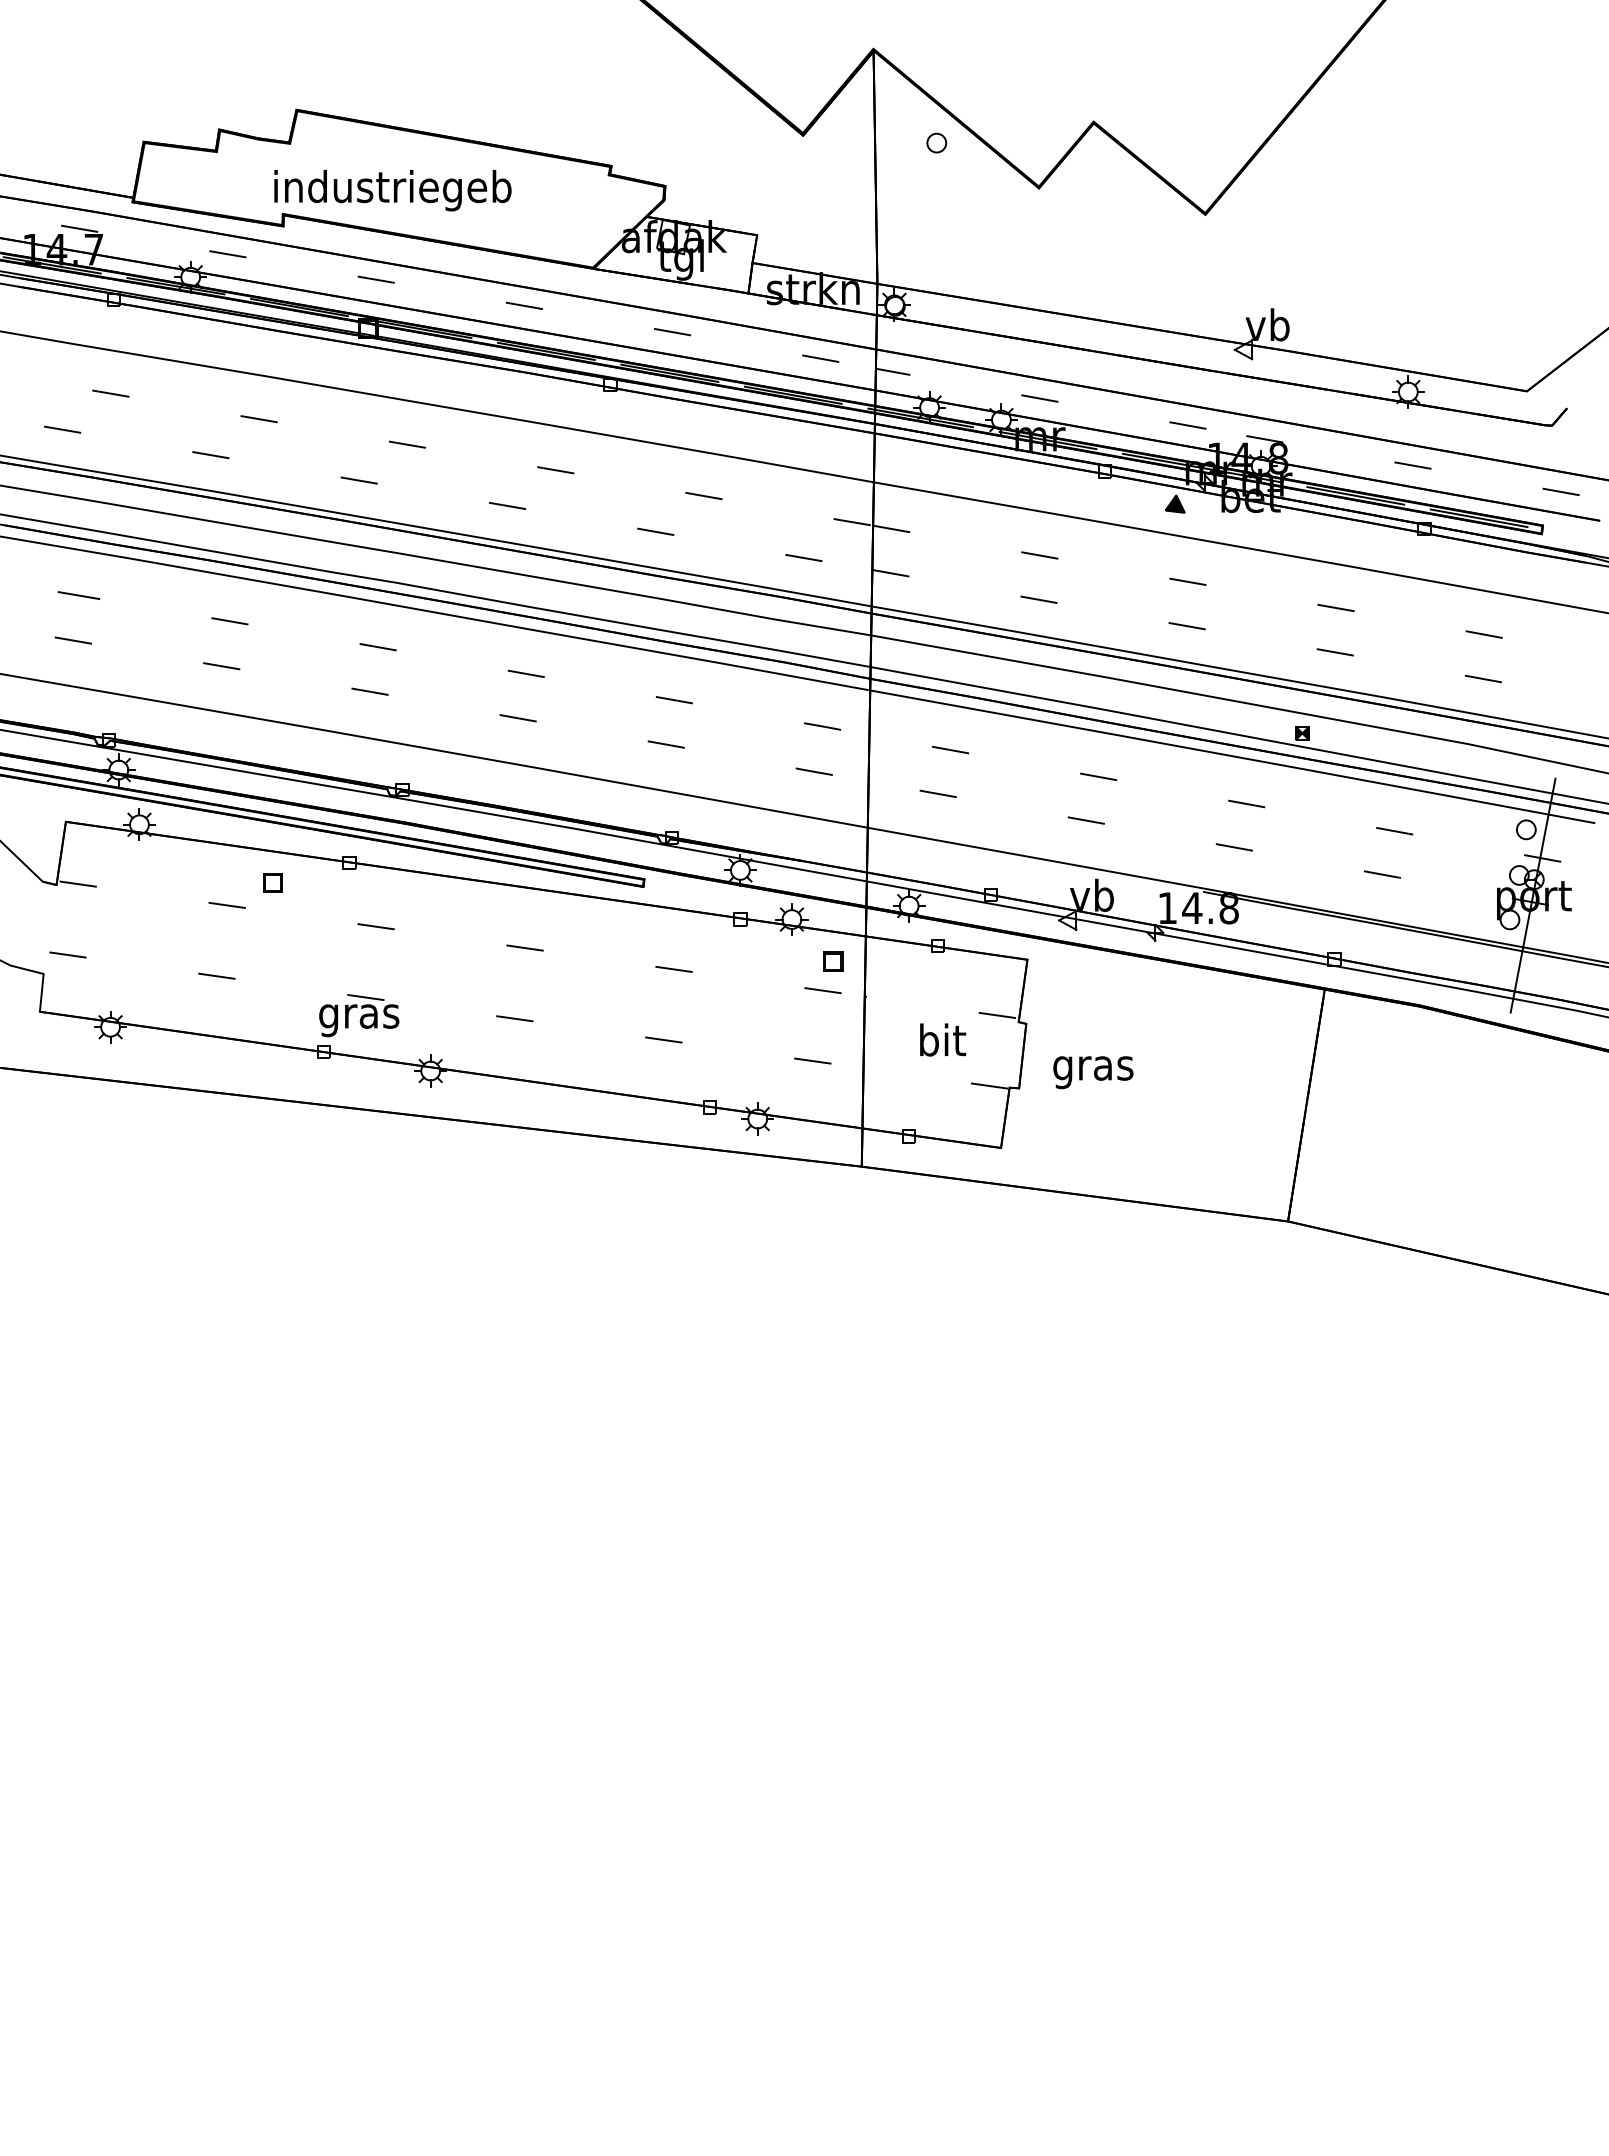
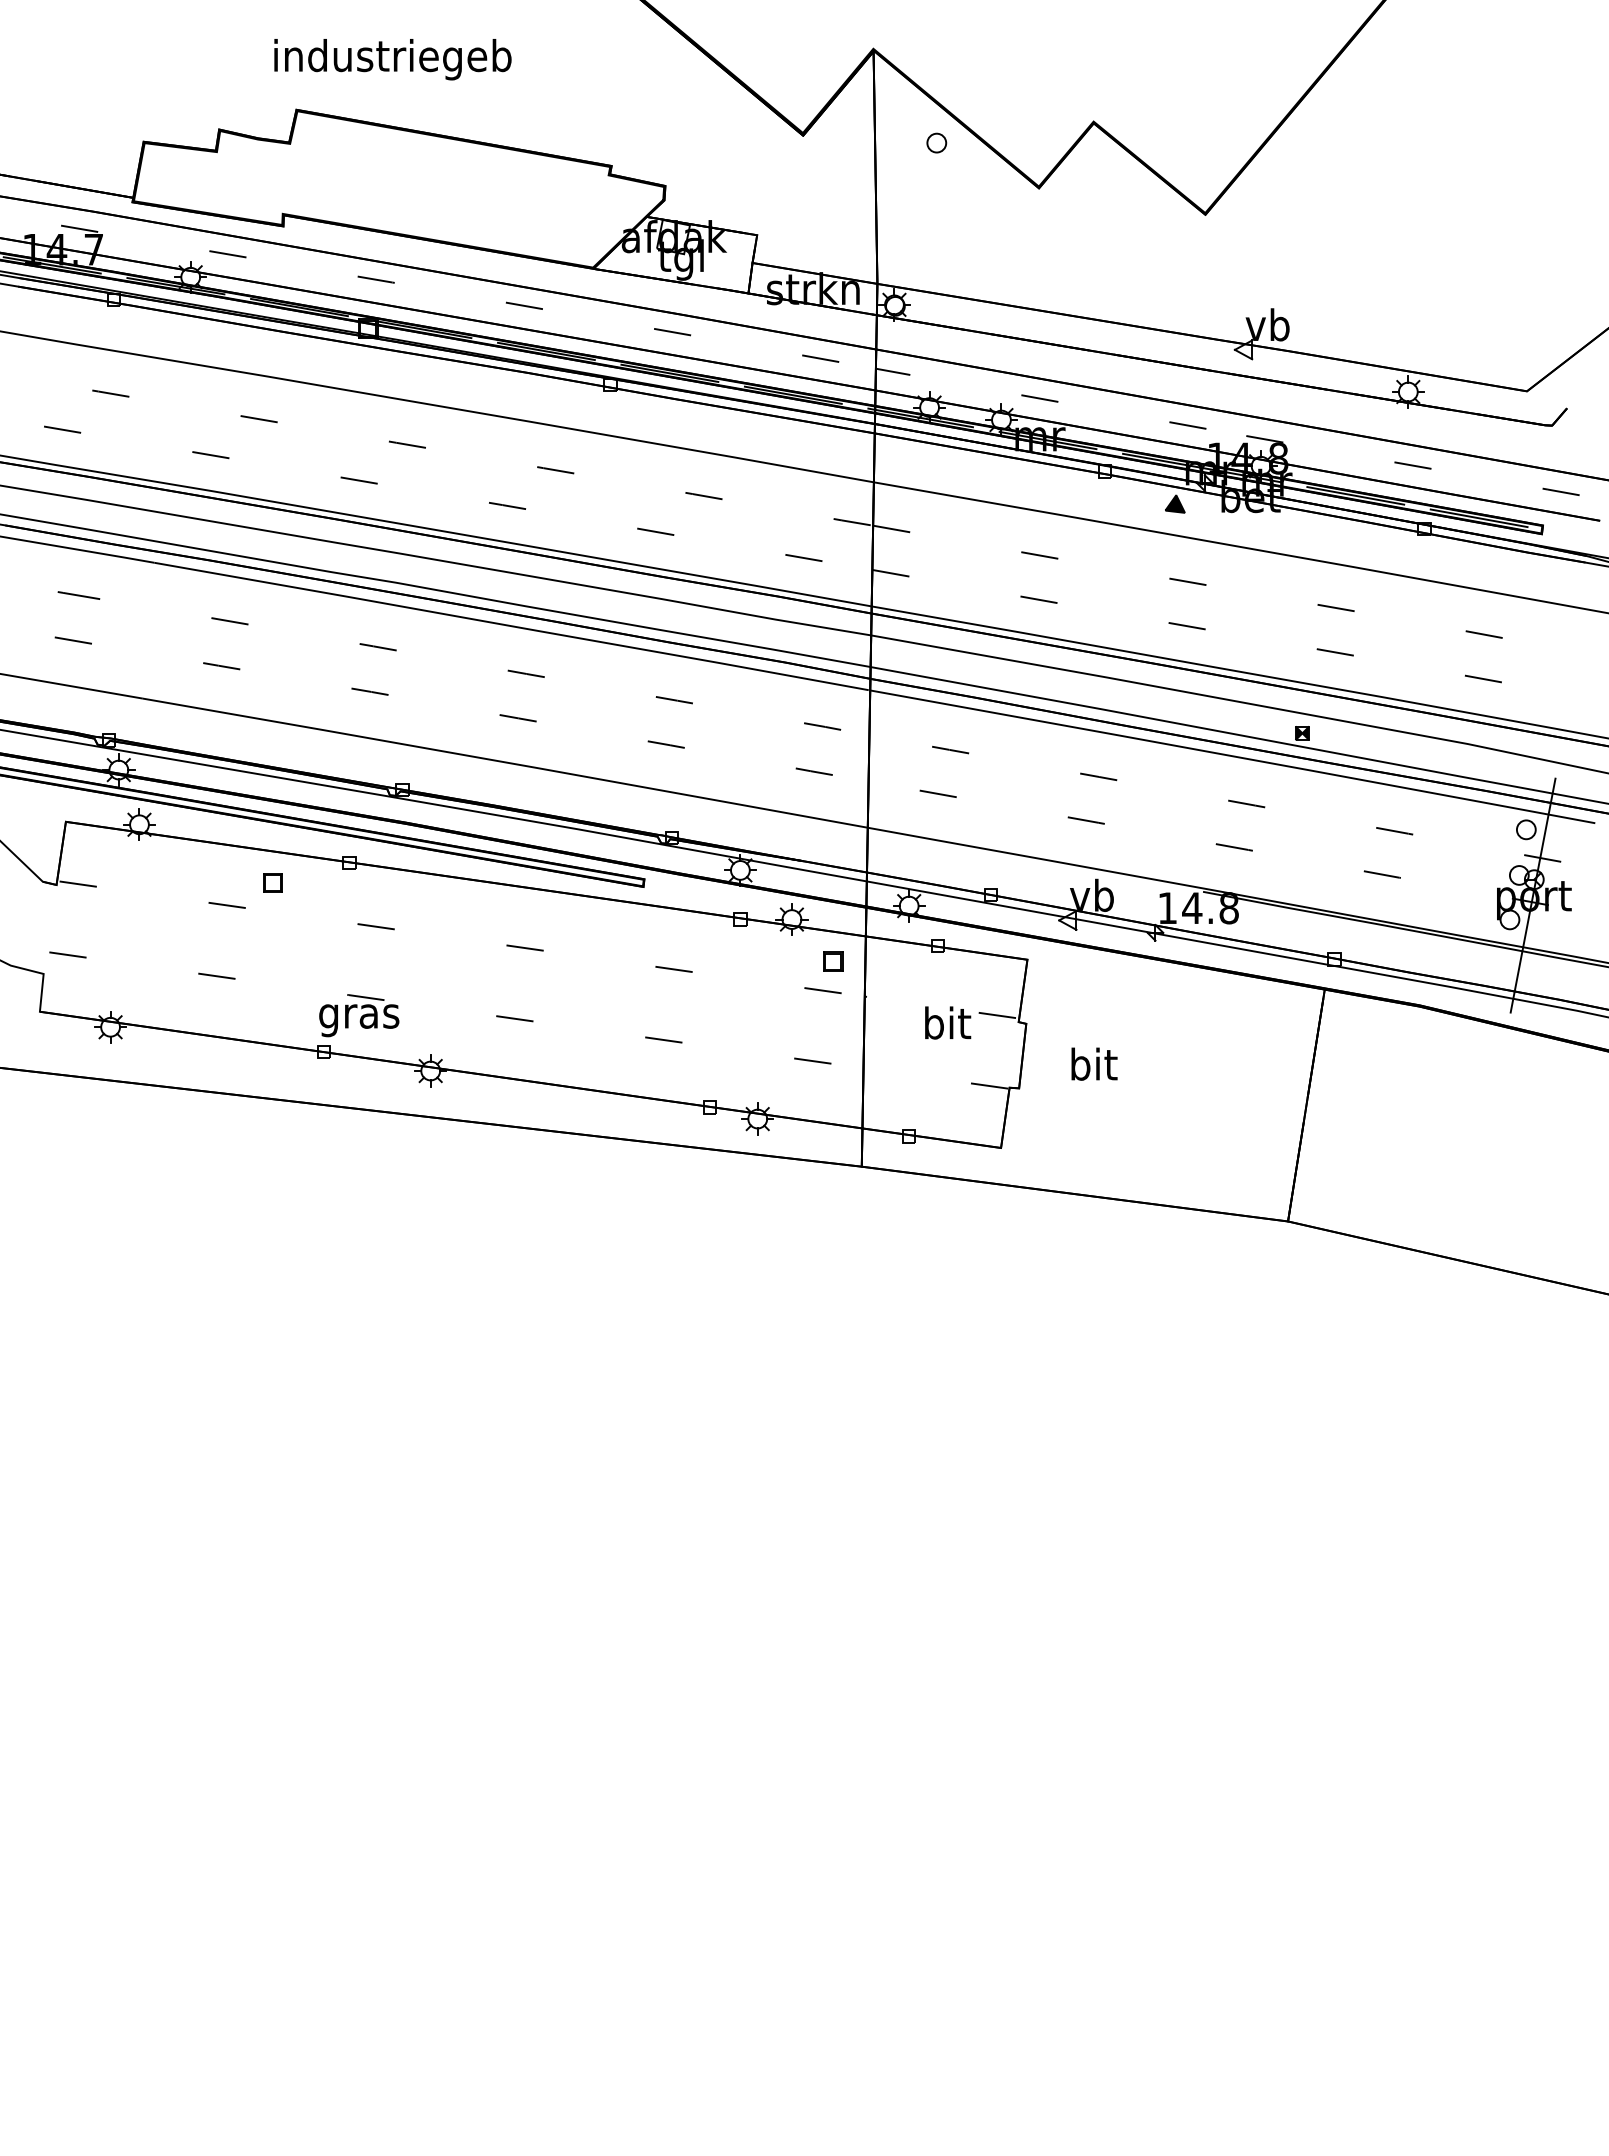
text at (392, 190) position: (392, 190) -> (392, 59)
text at (943, 1039) position: (943, 1039) -> (948, 1022)
text at (1093, 1068): gras -> bit
